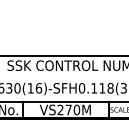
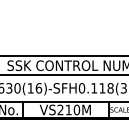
line at (63, 75): none -> present
text at (68, 109): VS270M -> VS210M
